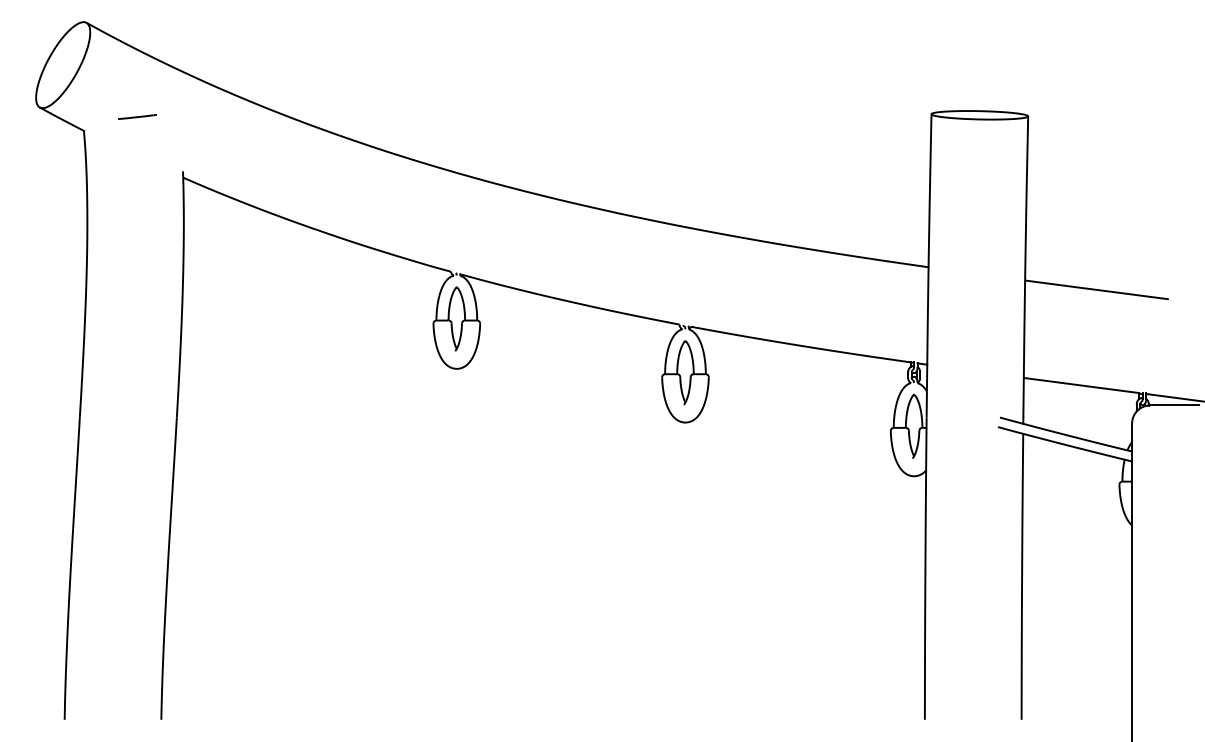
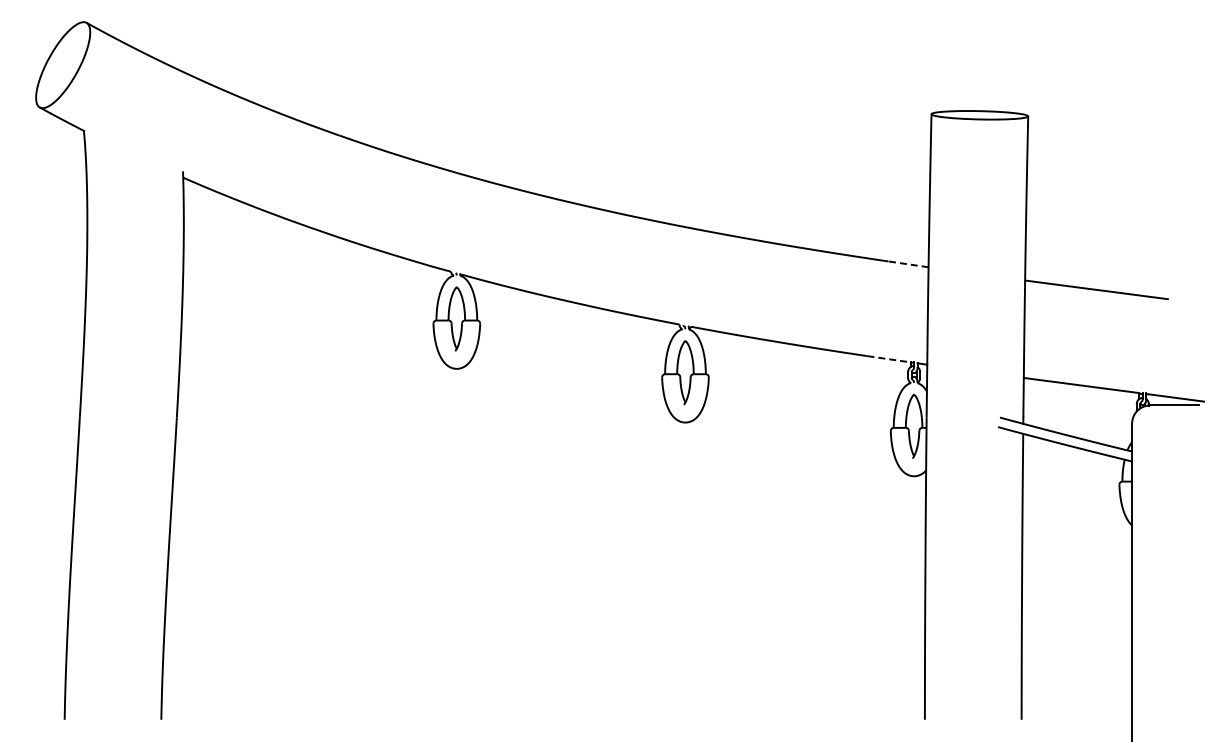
line at (137, 116): present -> none
line at (908, 264): solid -> dashed
line at (891, 359): solid -> dashed
